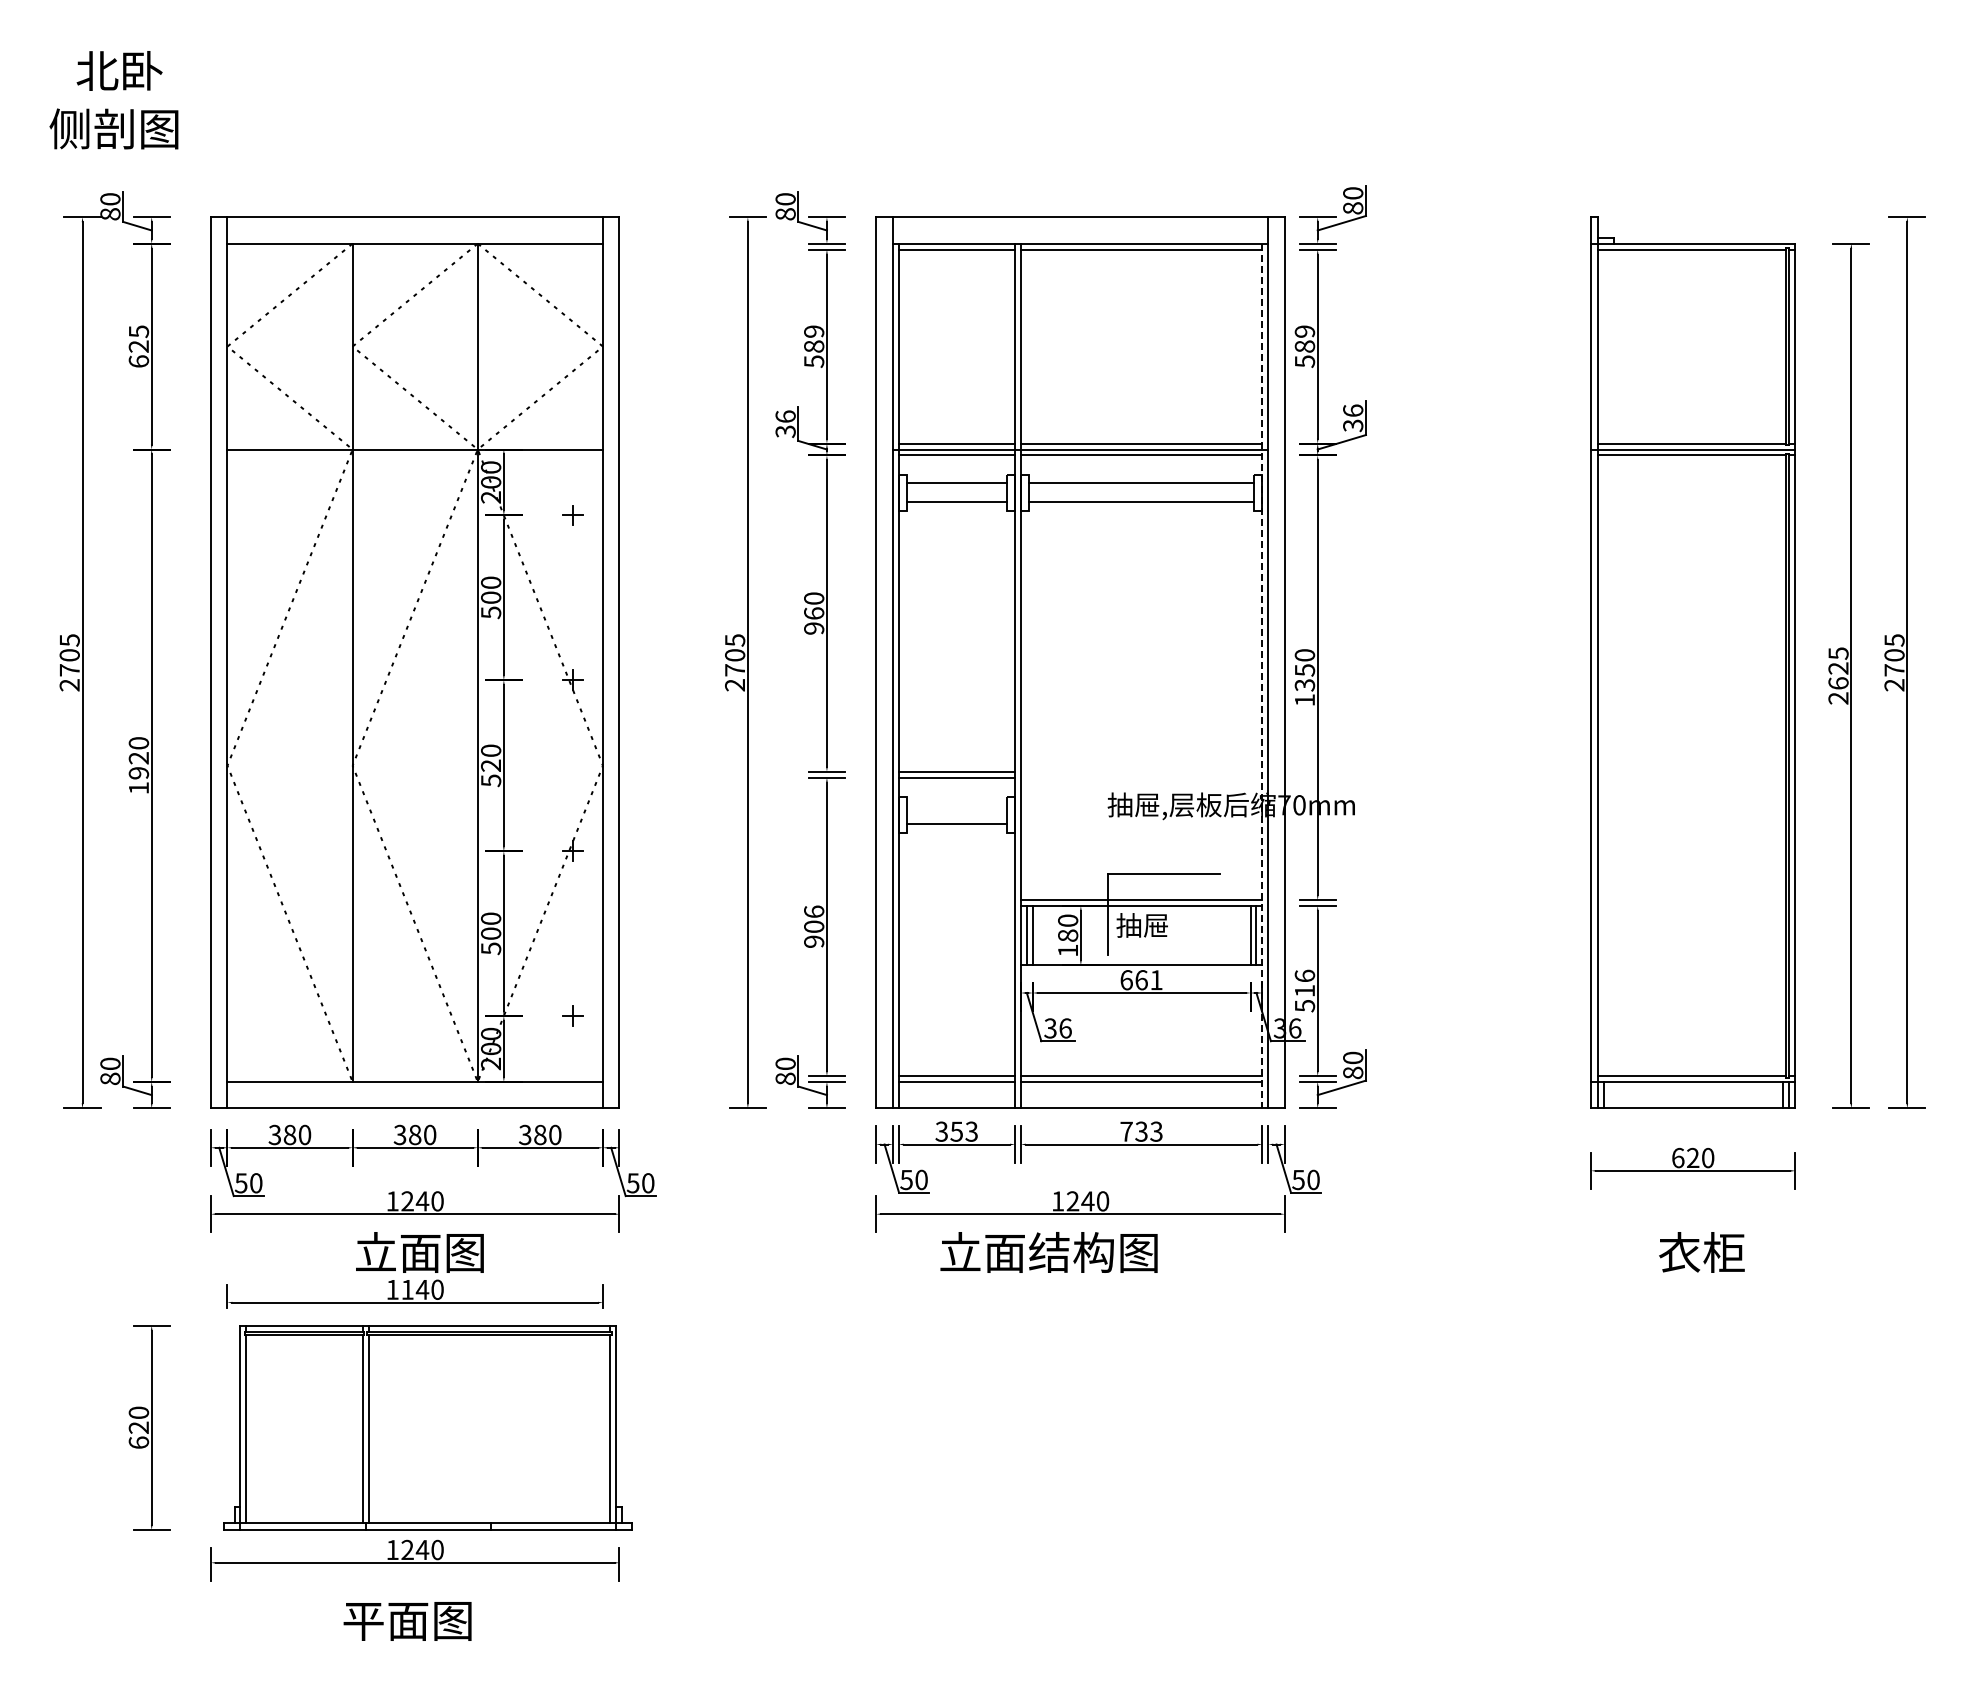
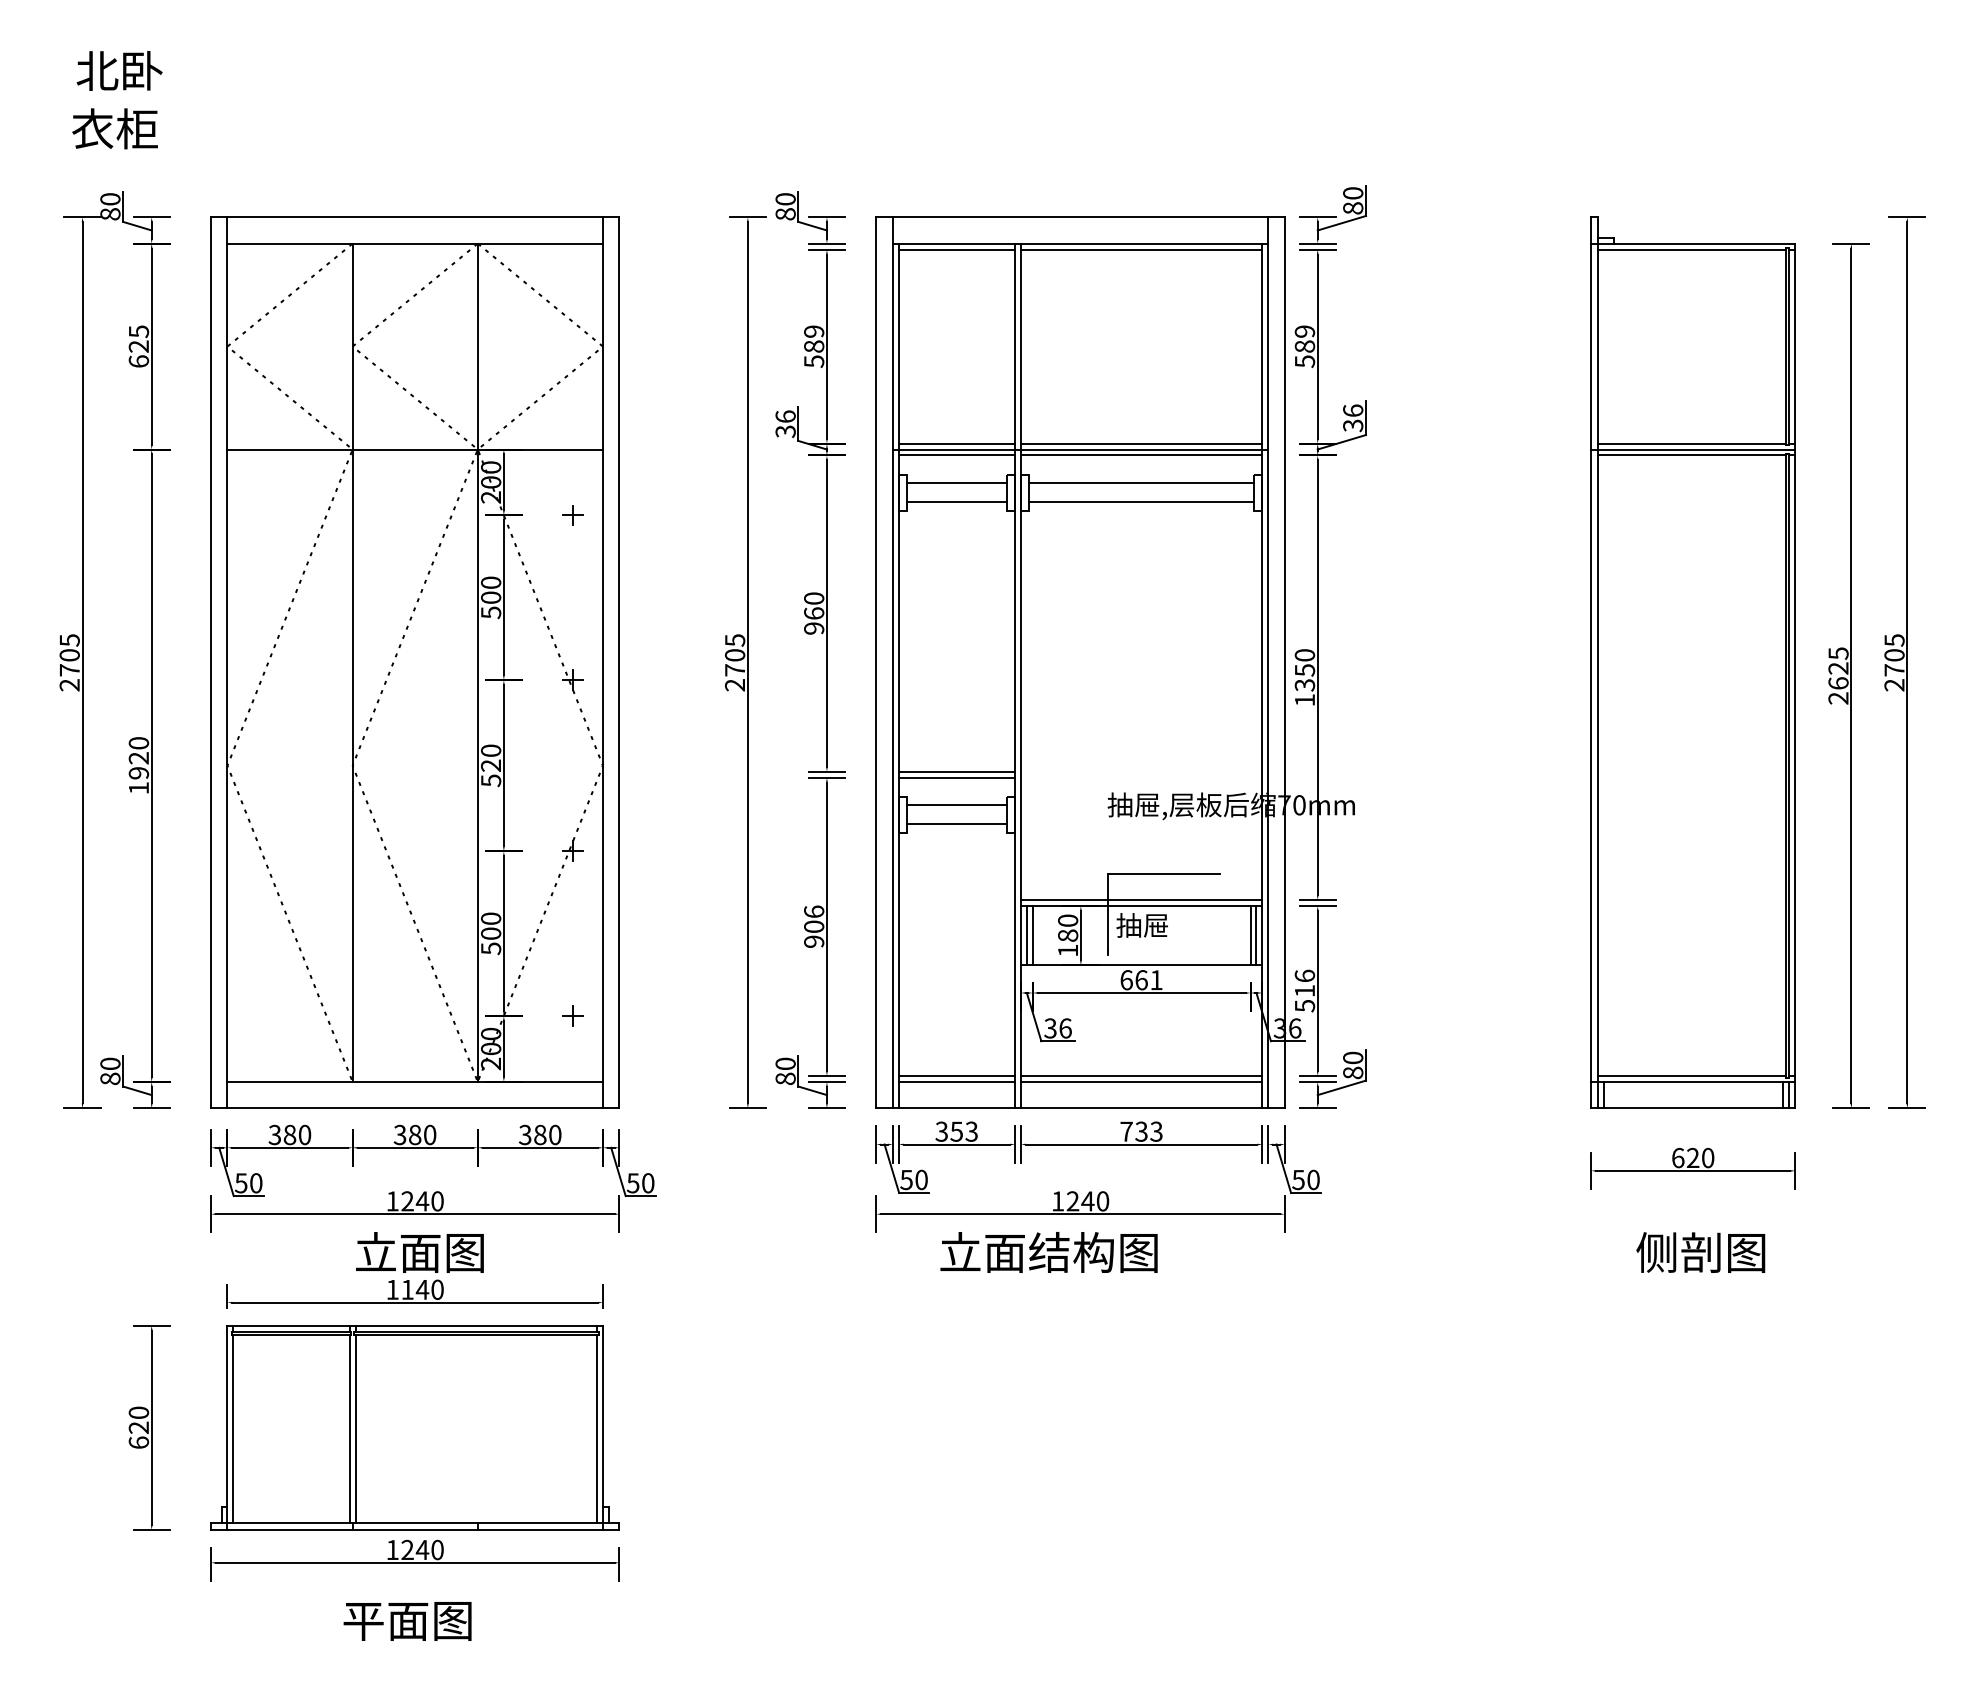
text at (113, 128): 侧剖图 -> 衣柜
line at (1262, 676): dashed -> solid
line at (956, 805): none -> present
text at (1700, 1252): 衣柜 -> 侧剖图
part at (427, 1427) position: (427, 1427) -> (414, 1427)
